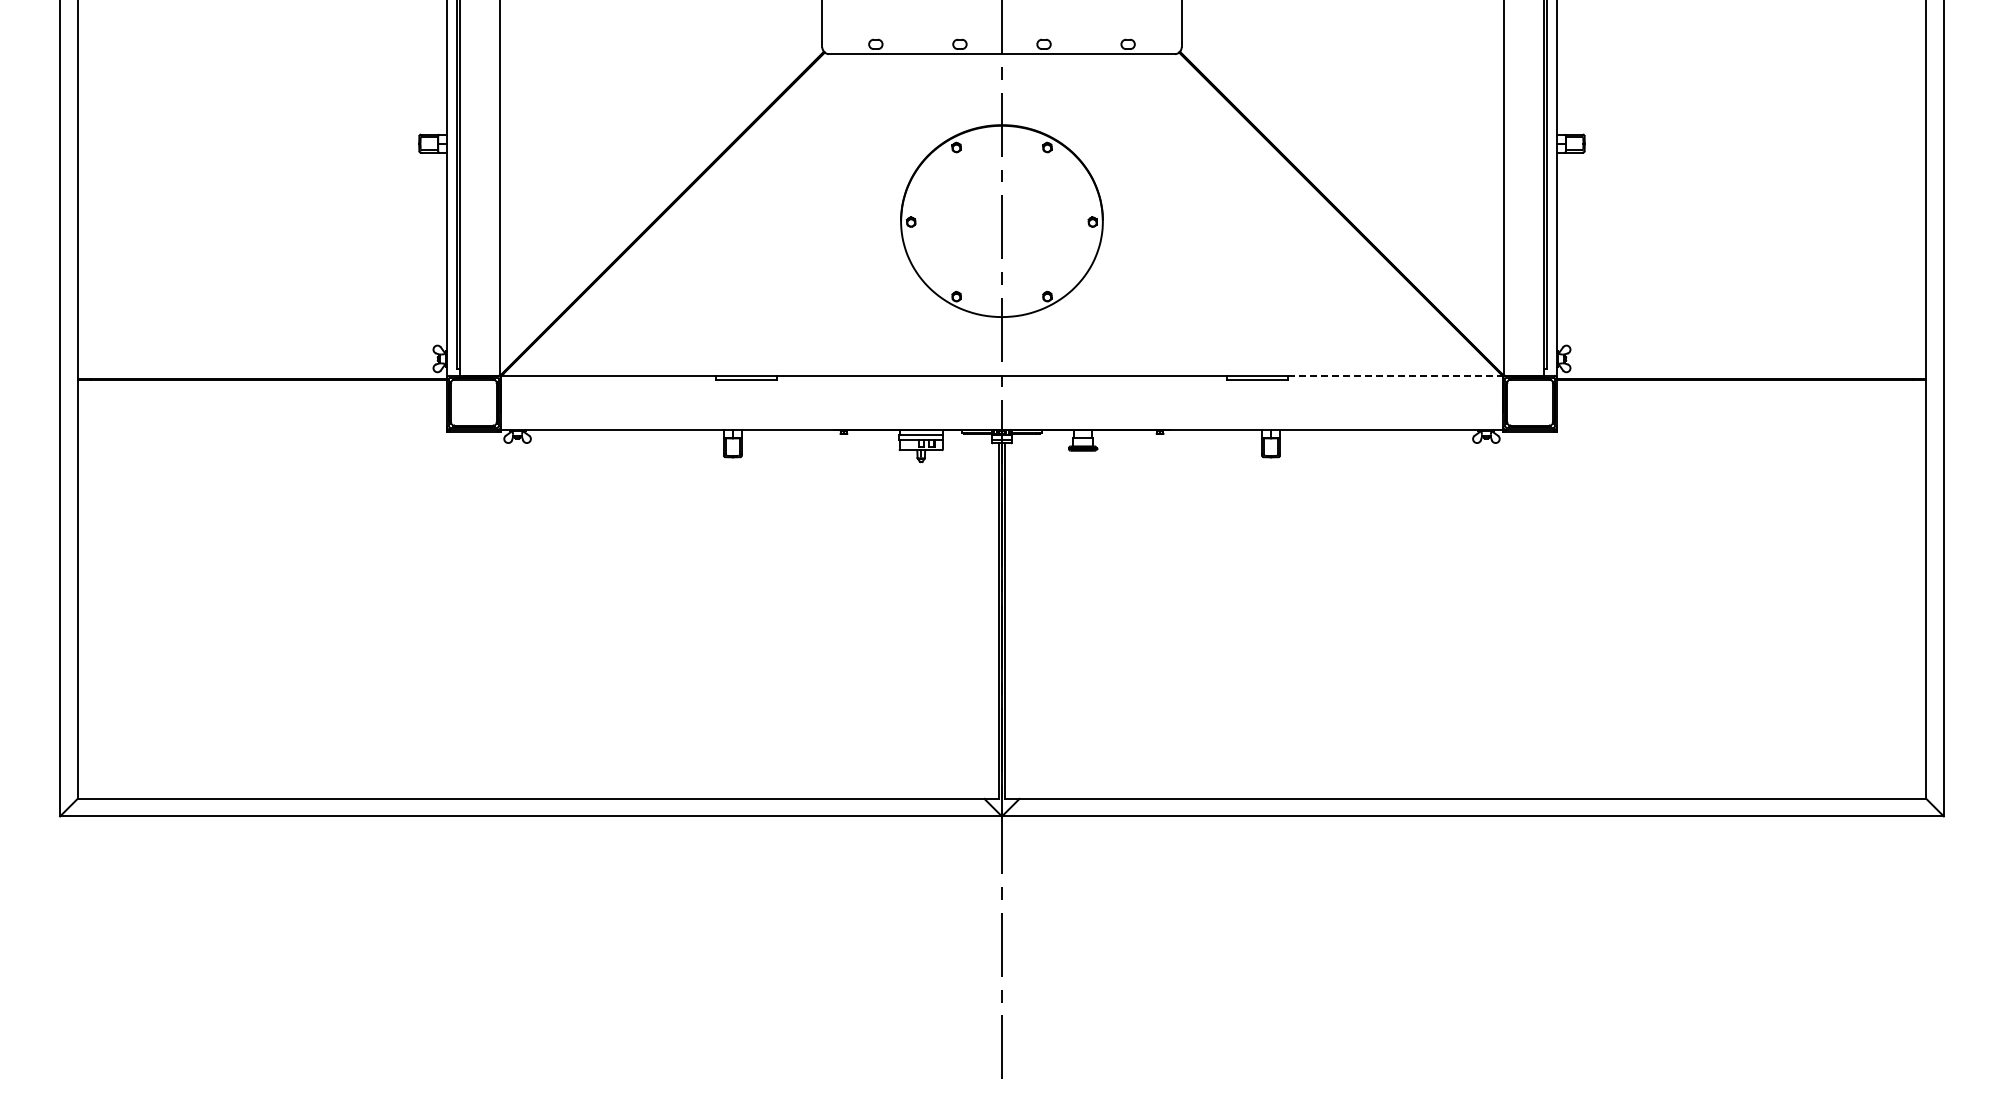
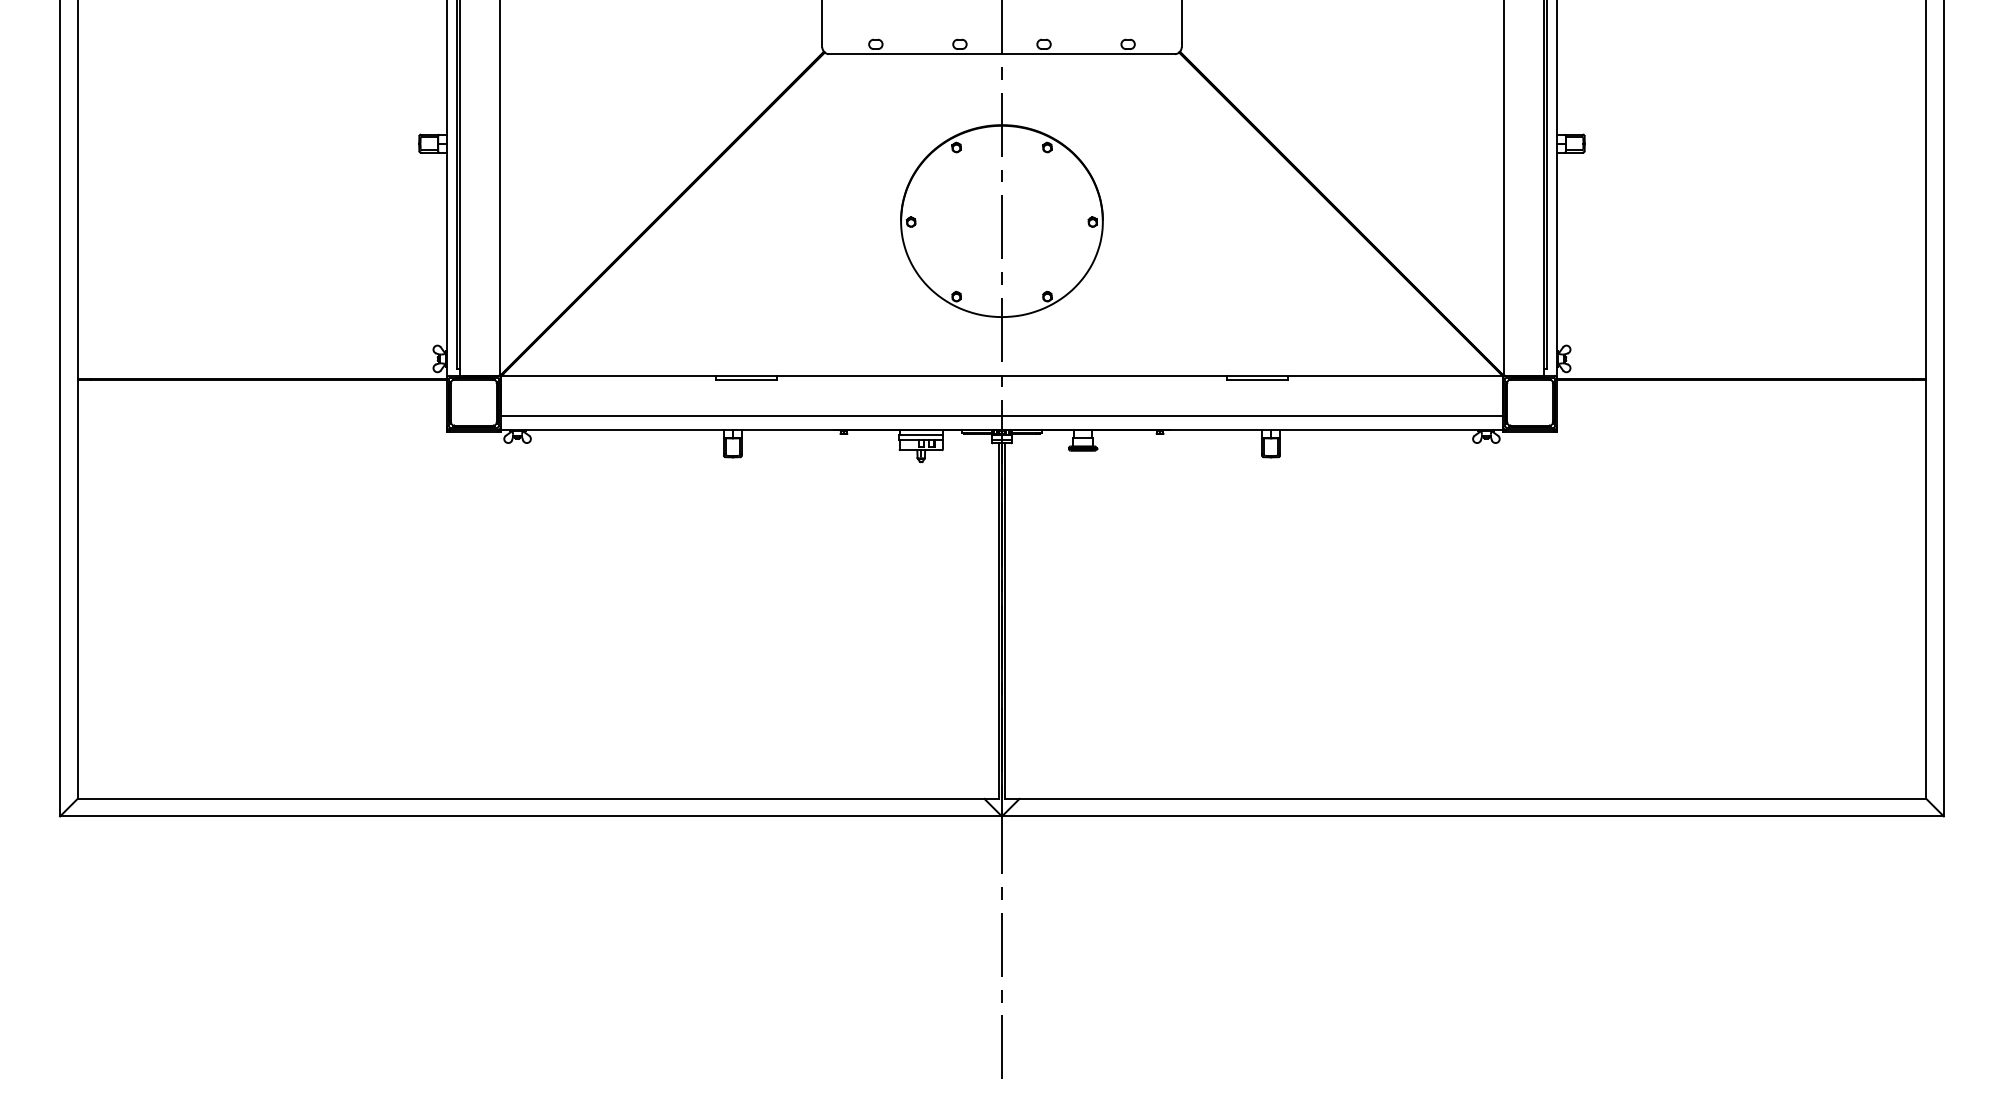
line at (1395, 376): dashed -> solid
line at (1001, 416): none -> present
